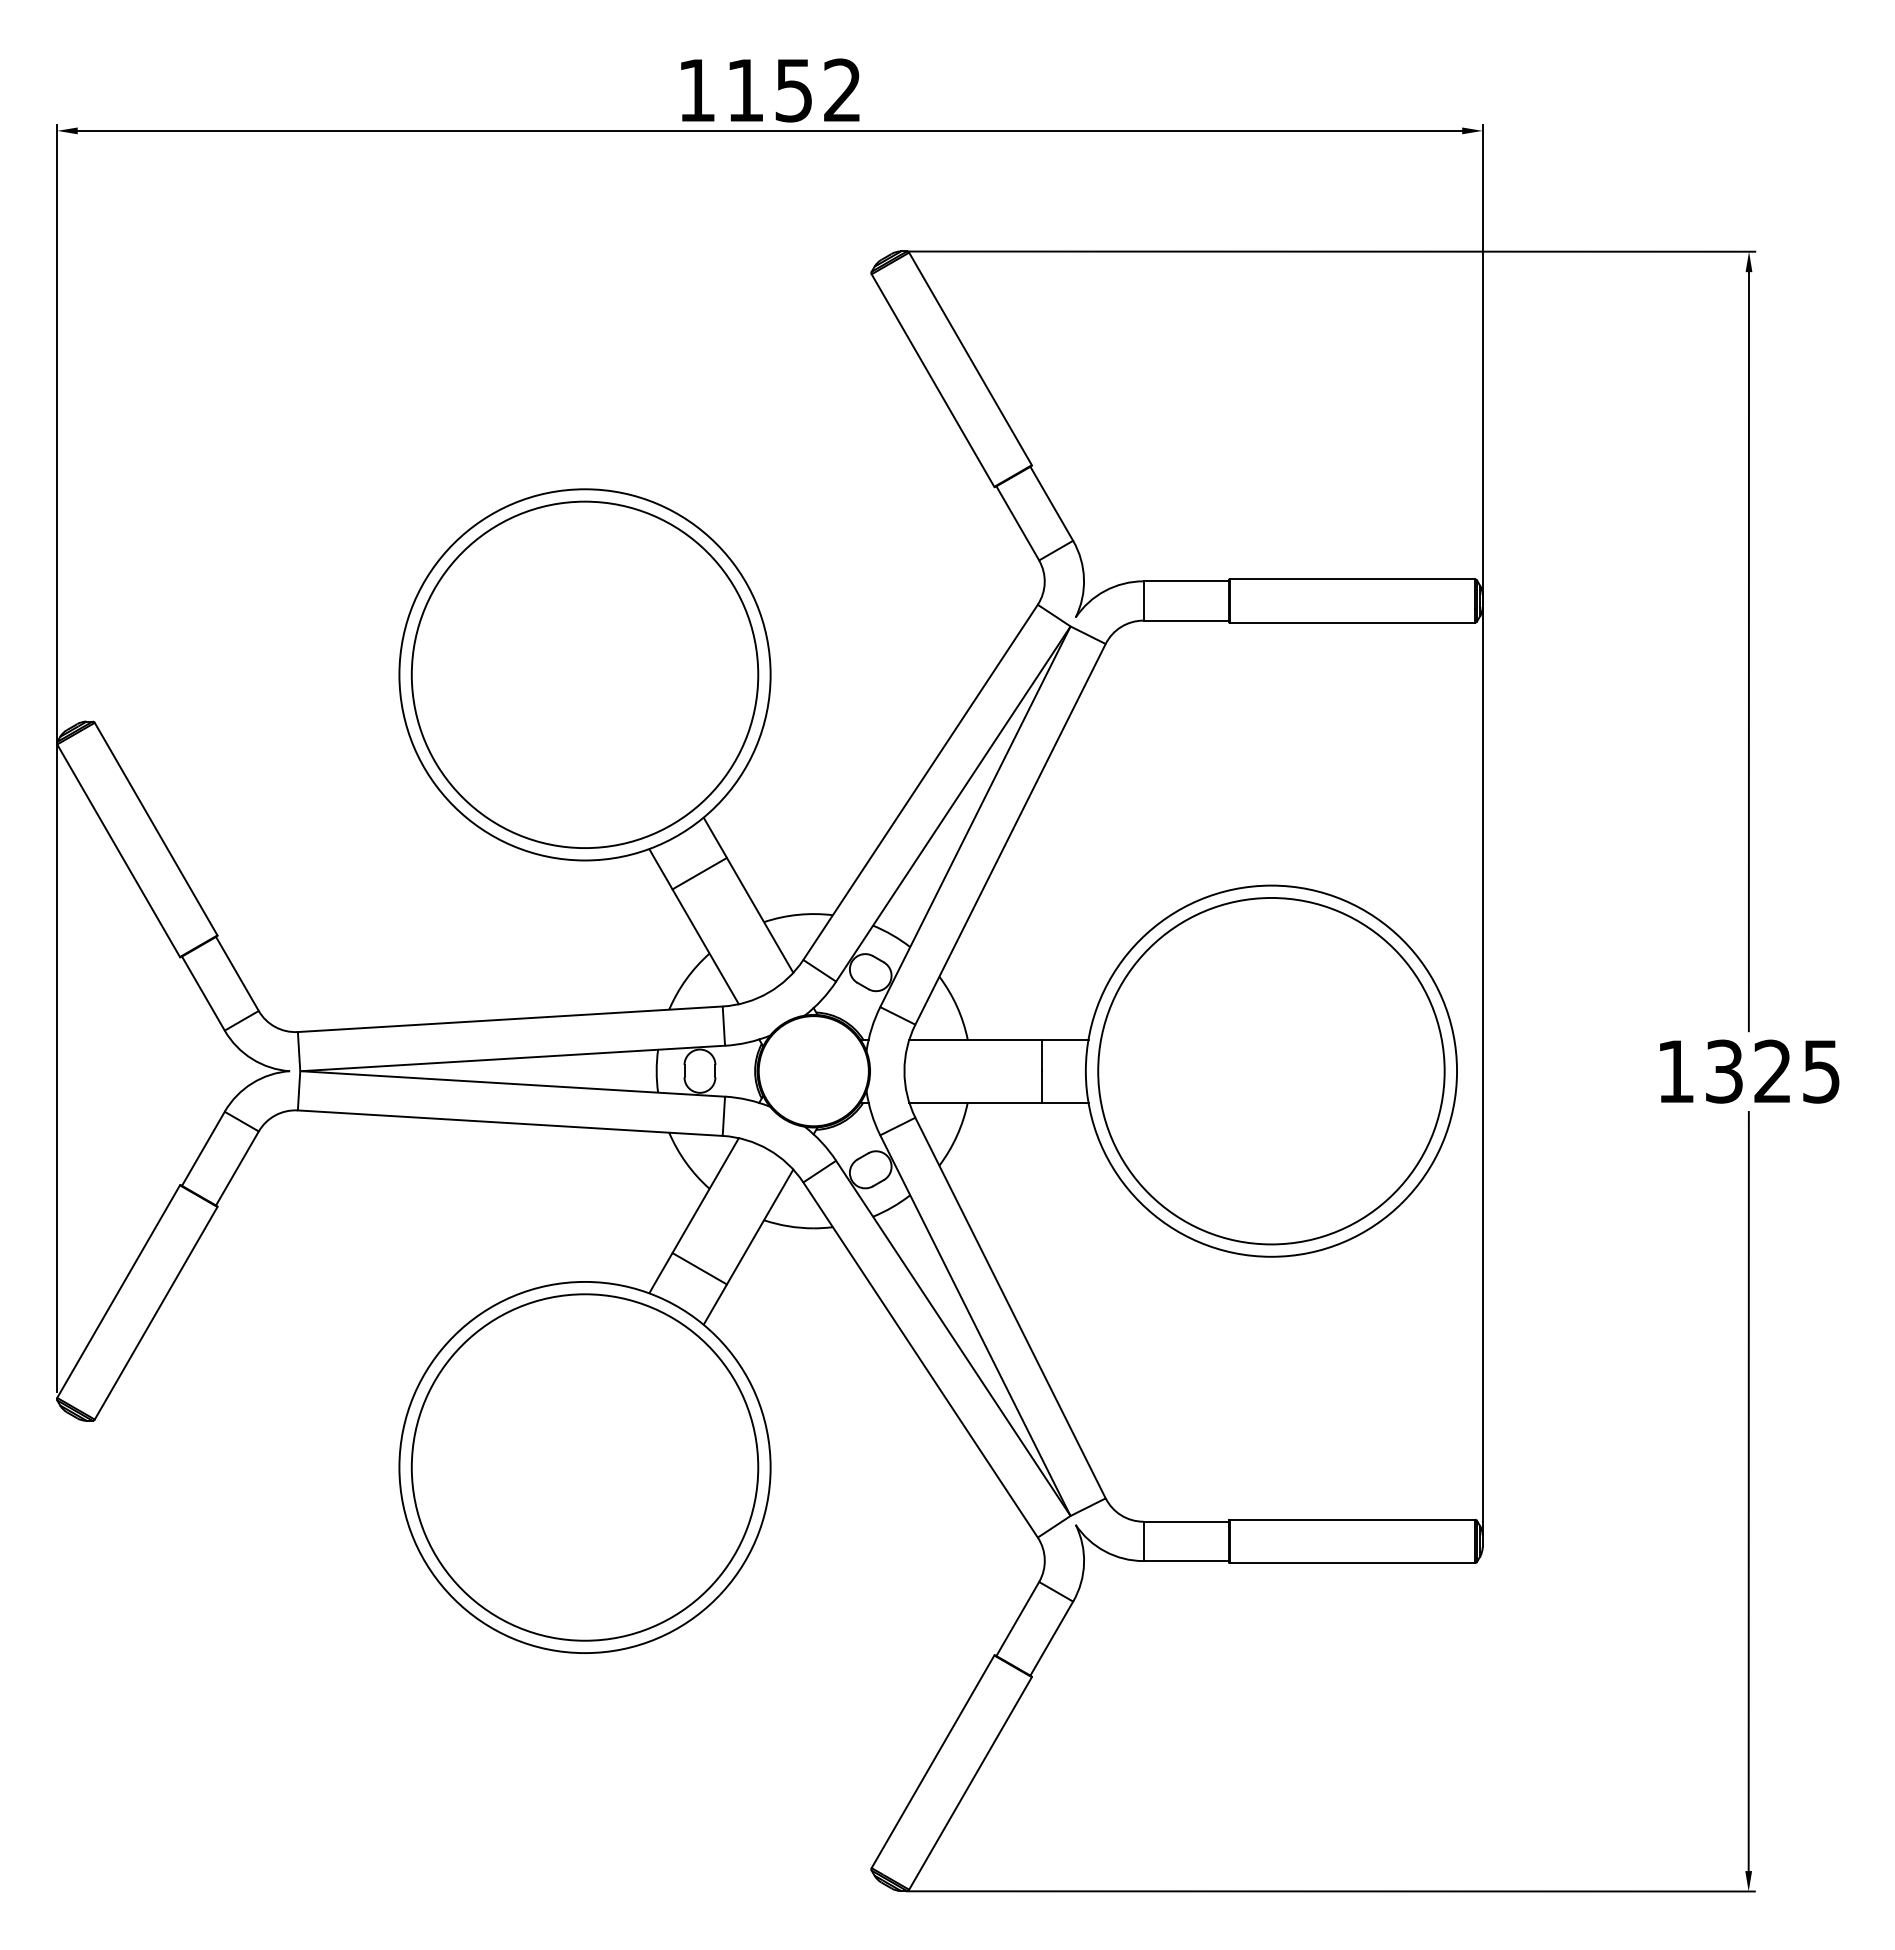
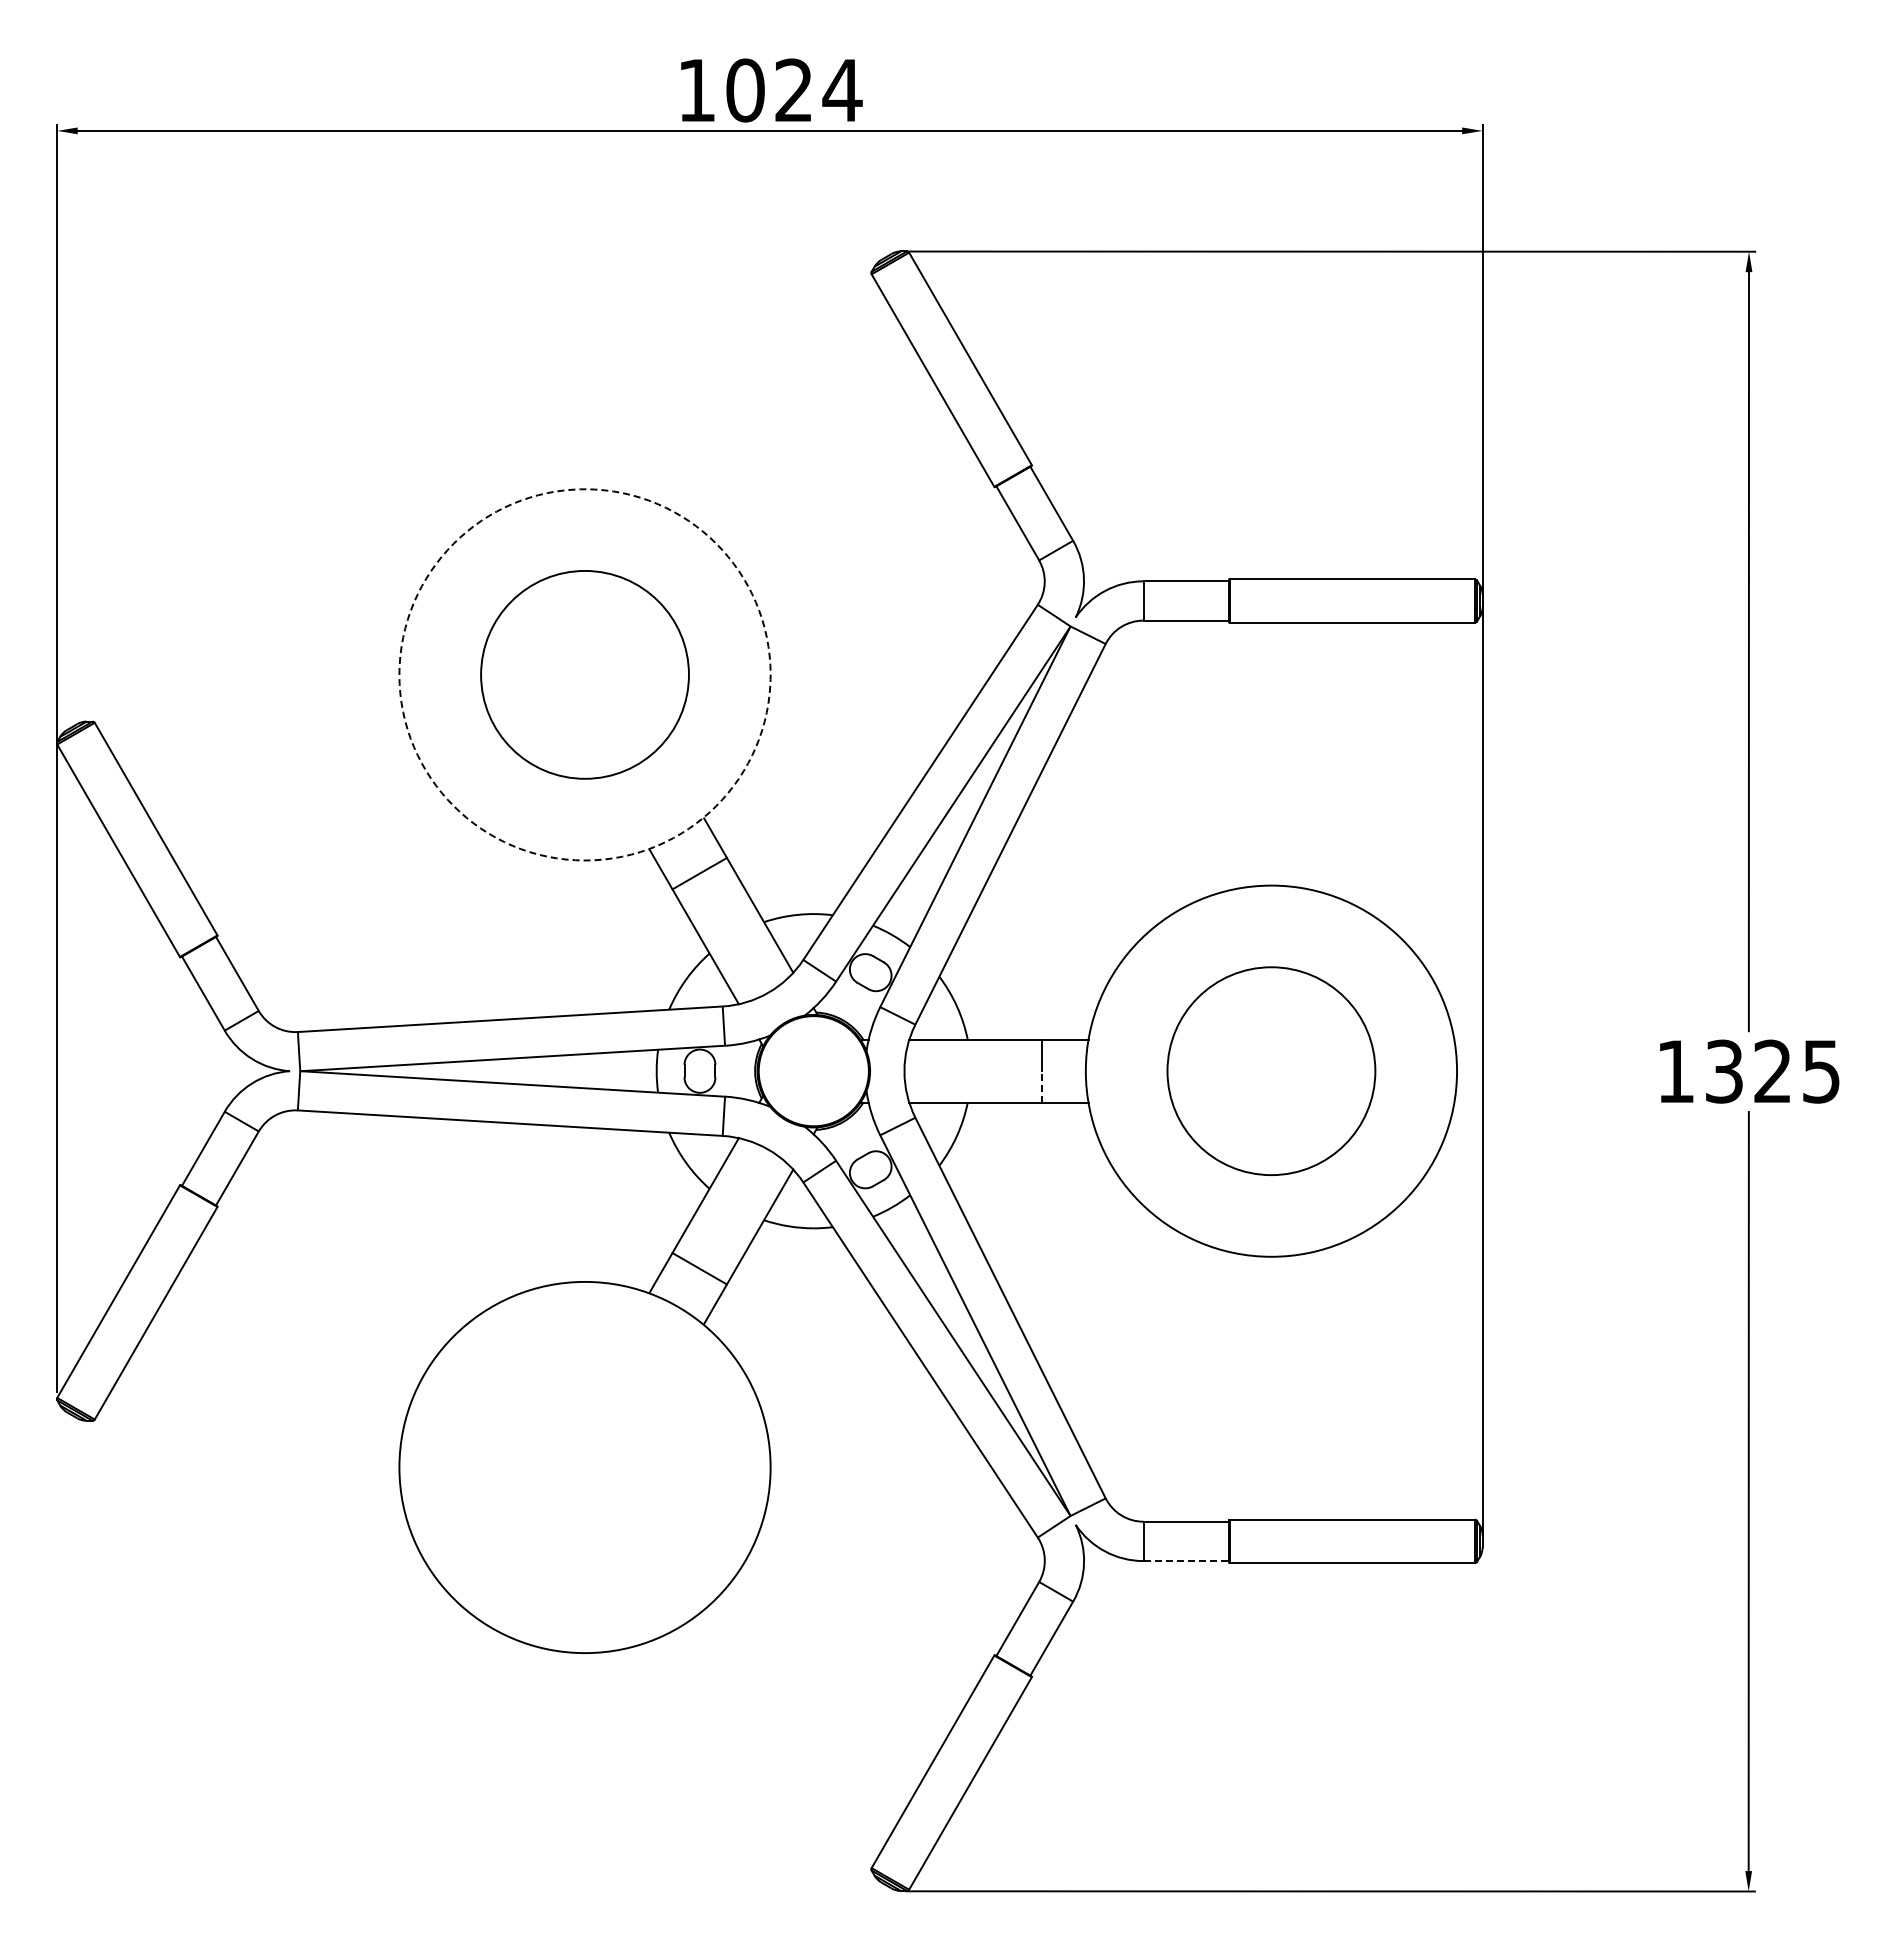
text at (794, 90): 1152 -> 1024
circle at (584, 674) diameter: 346 px -> 208 px
circle at (584, 674): solid -> dashed
circle at (1271, 1070) diameter: 346 px -> 208 px
line at (1041, 1086): solid -> dashed
circle at (584, 1467): present -> none
line at (1186, 1561): solid -> dashed
